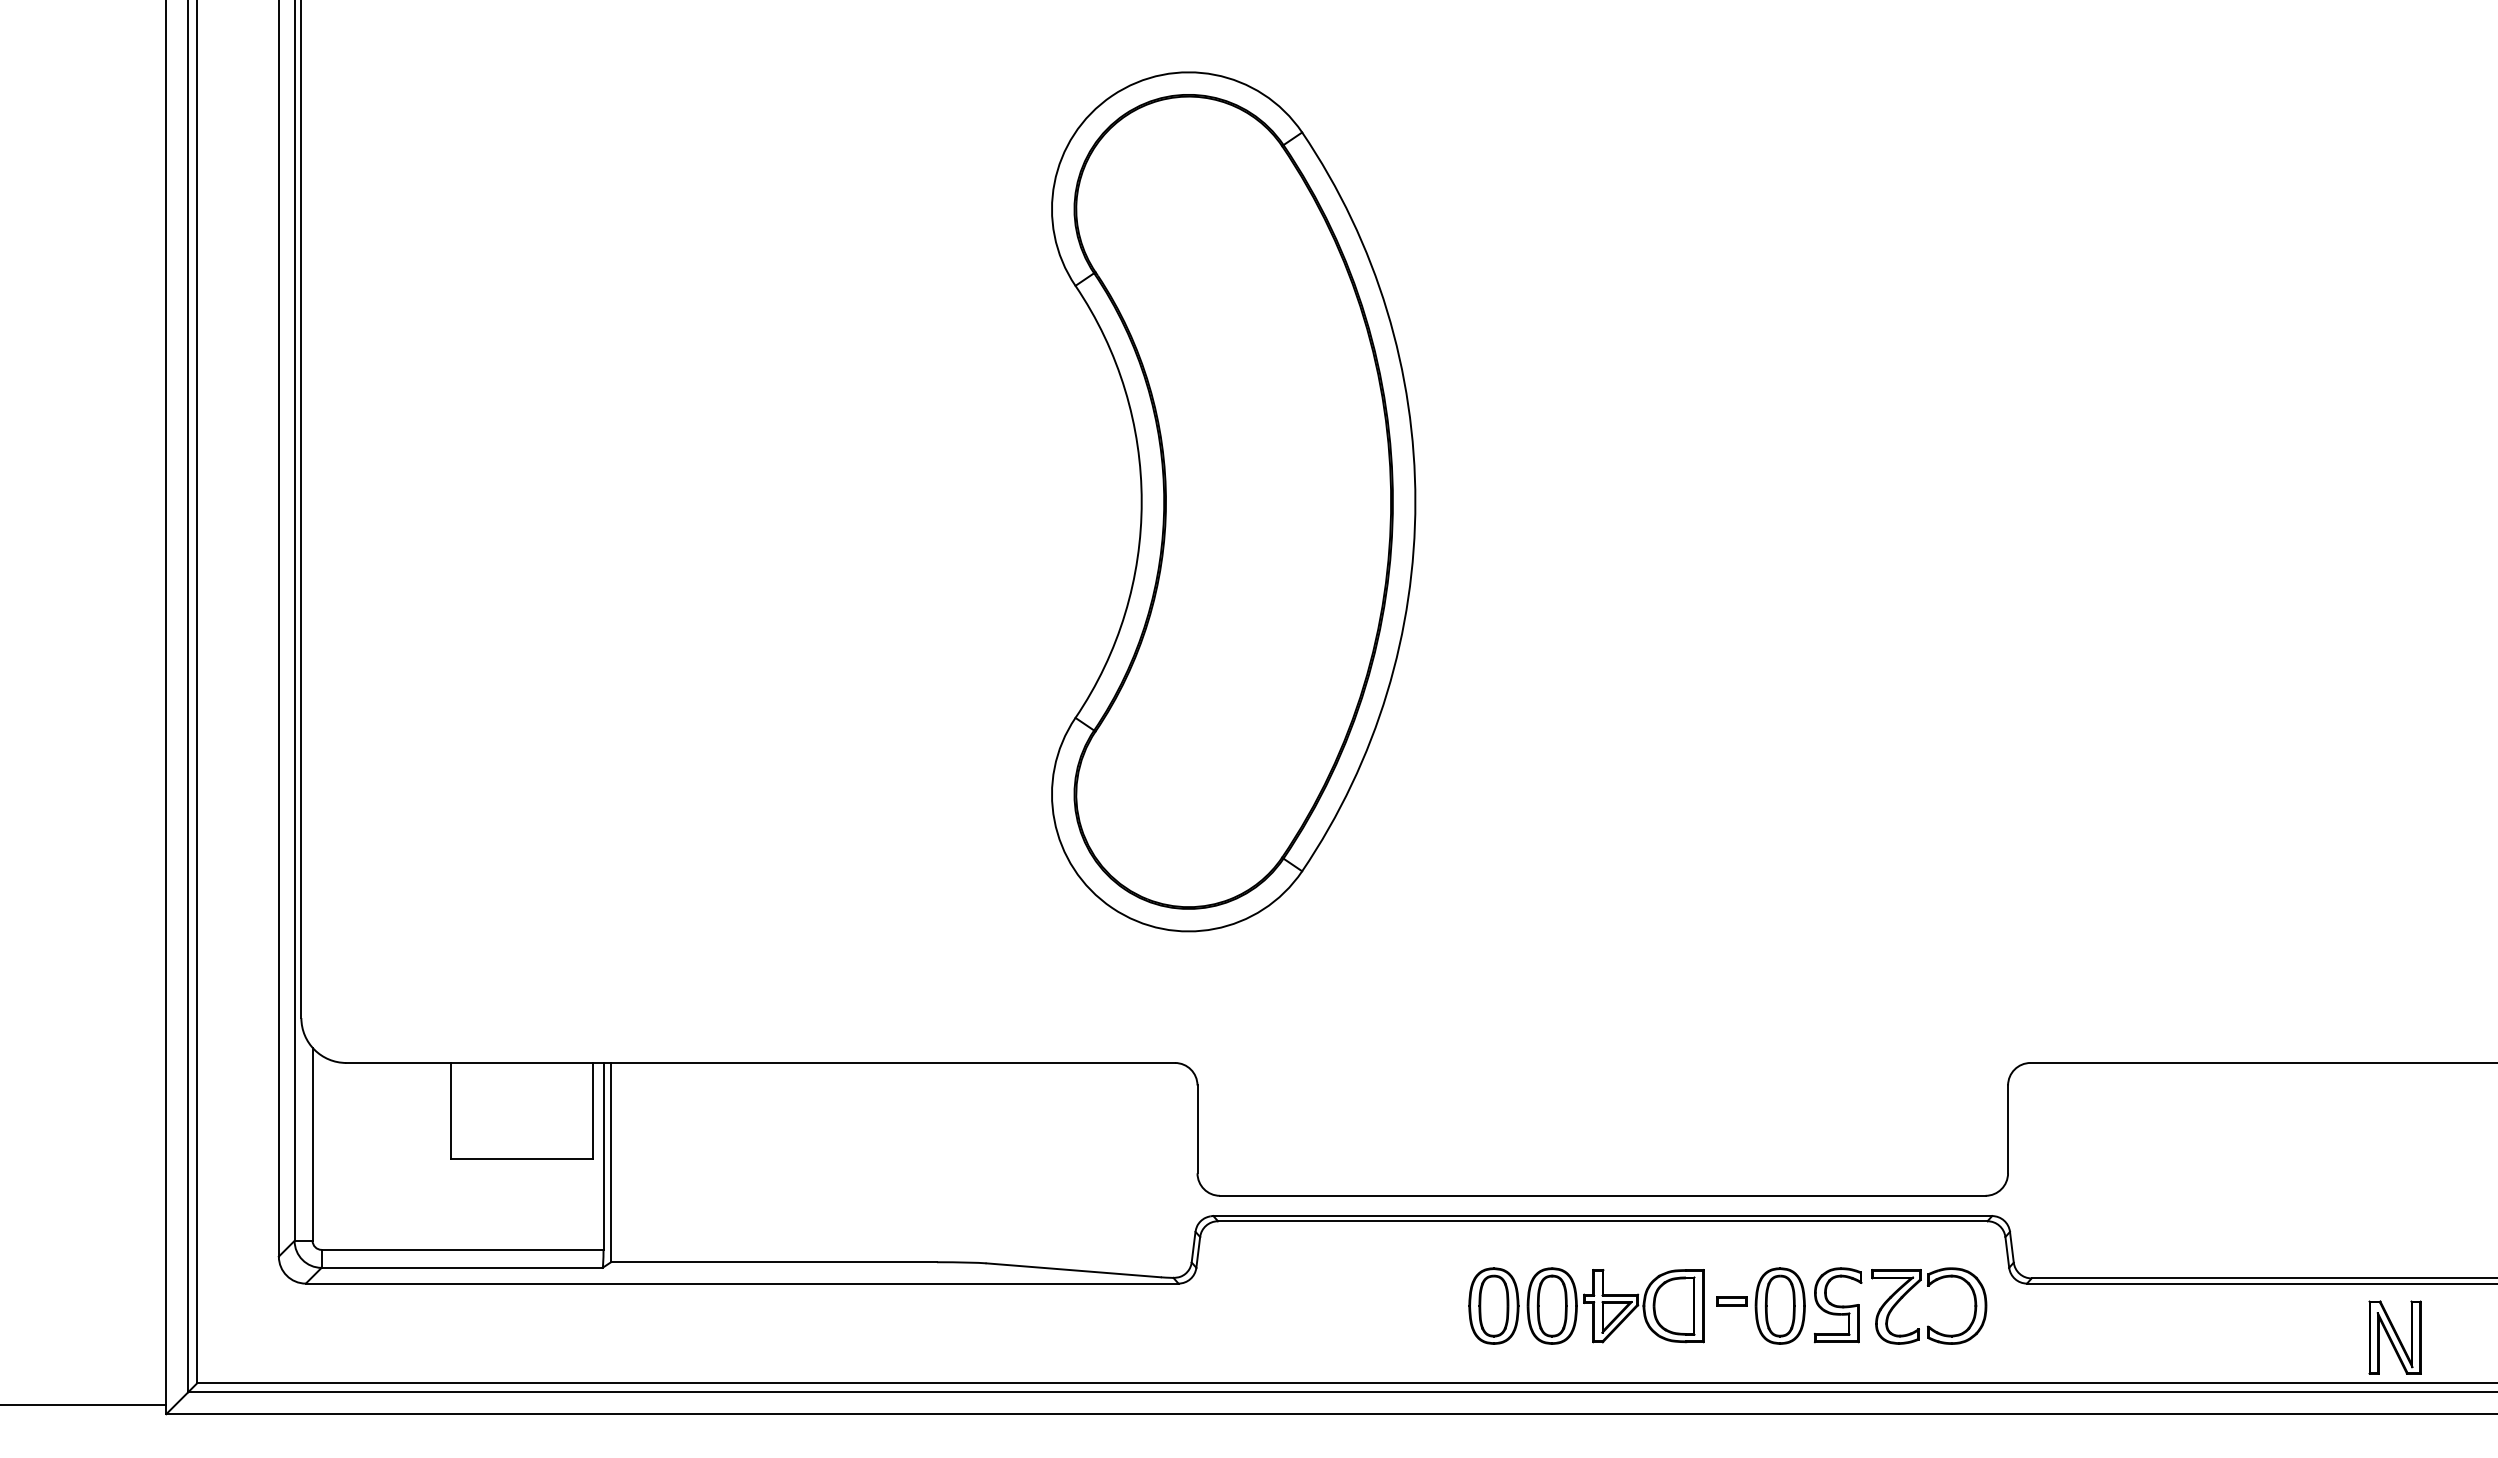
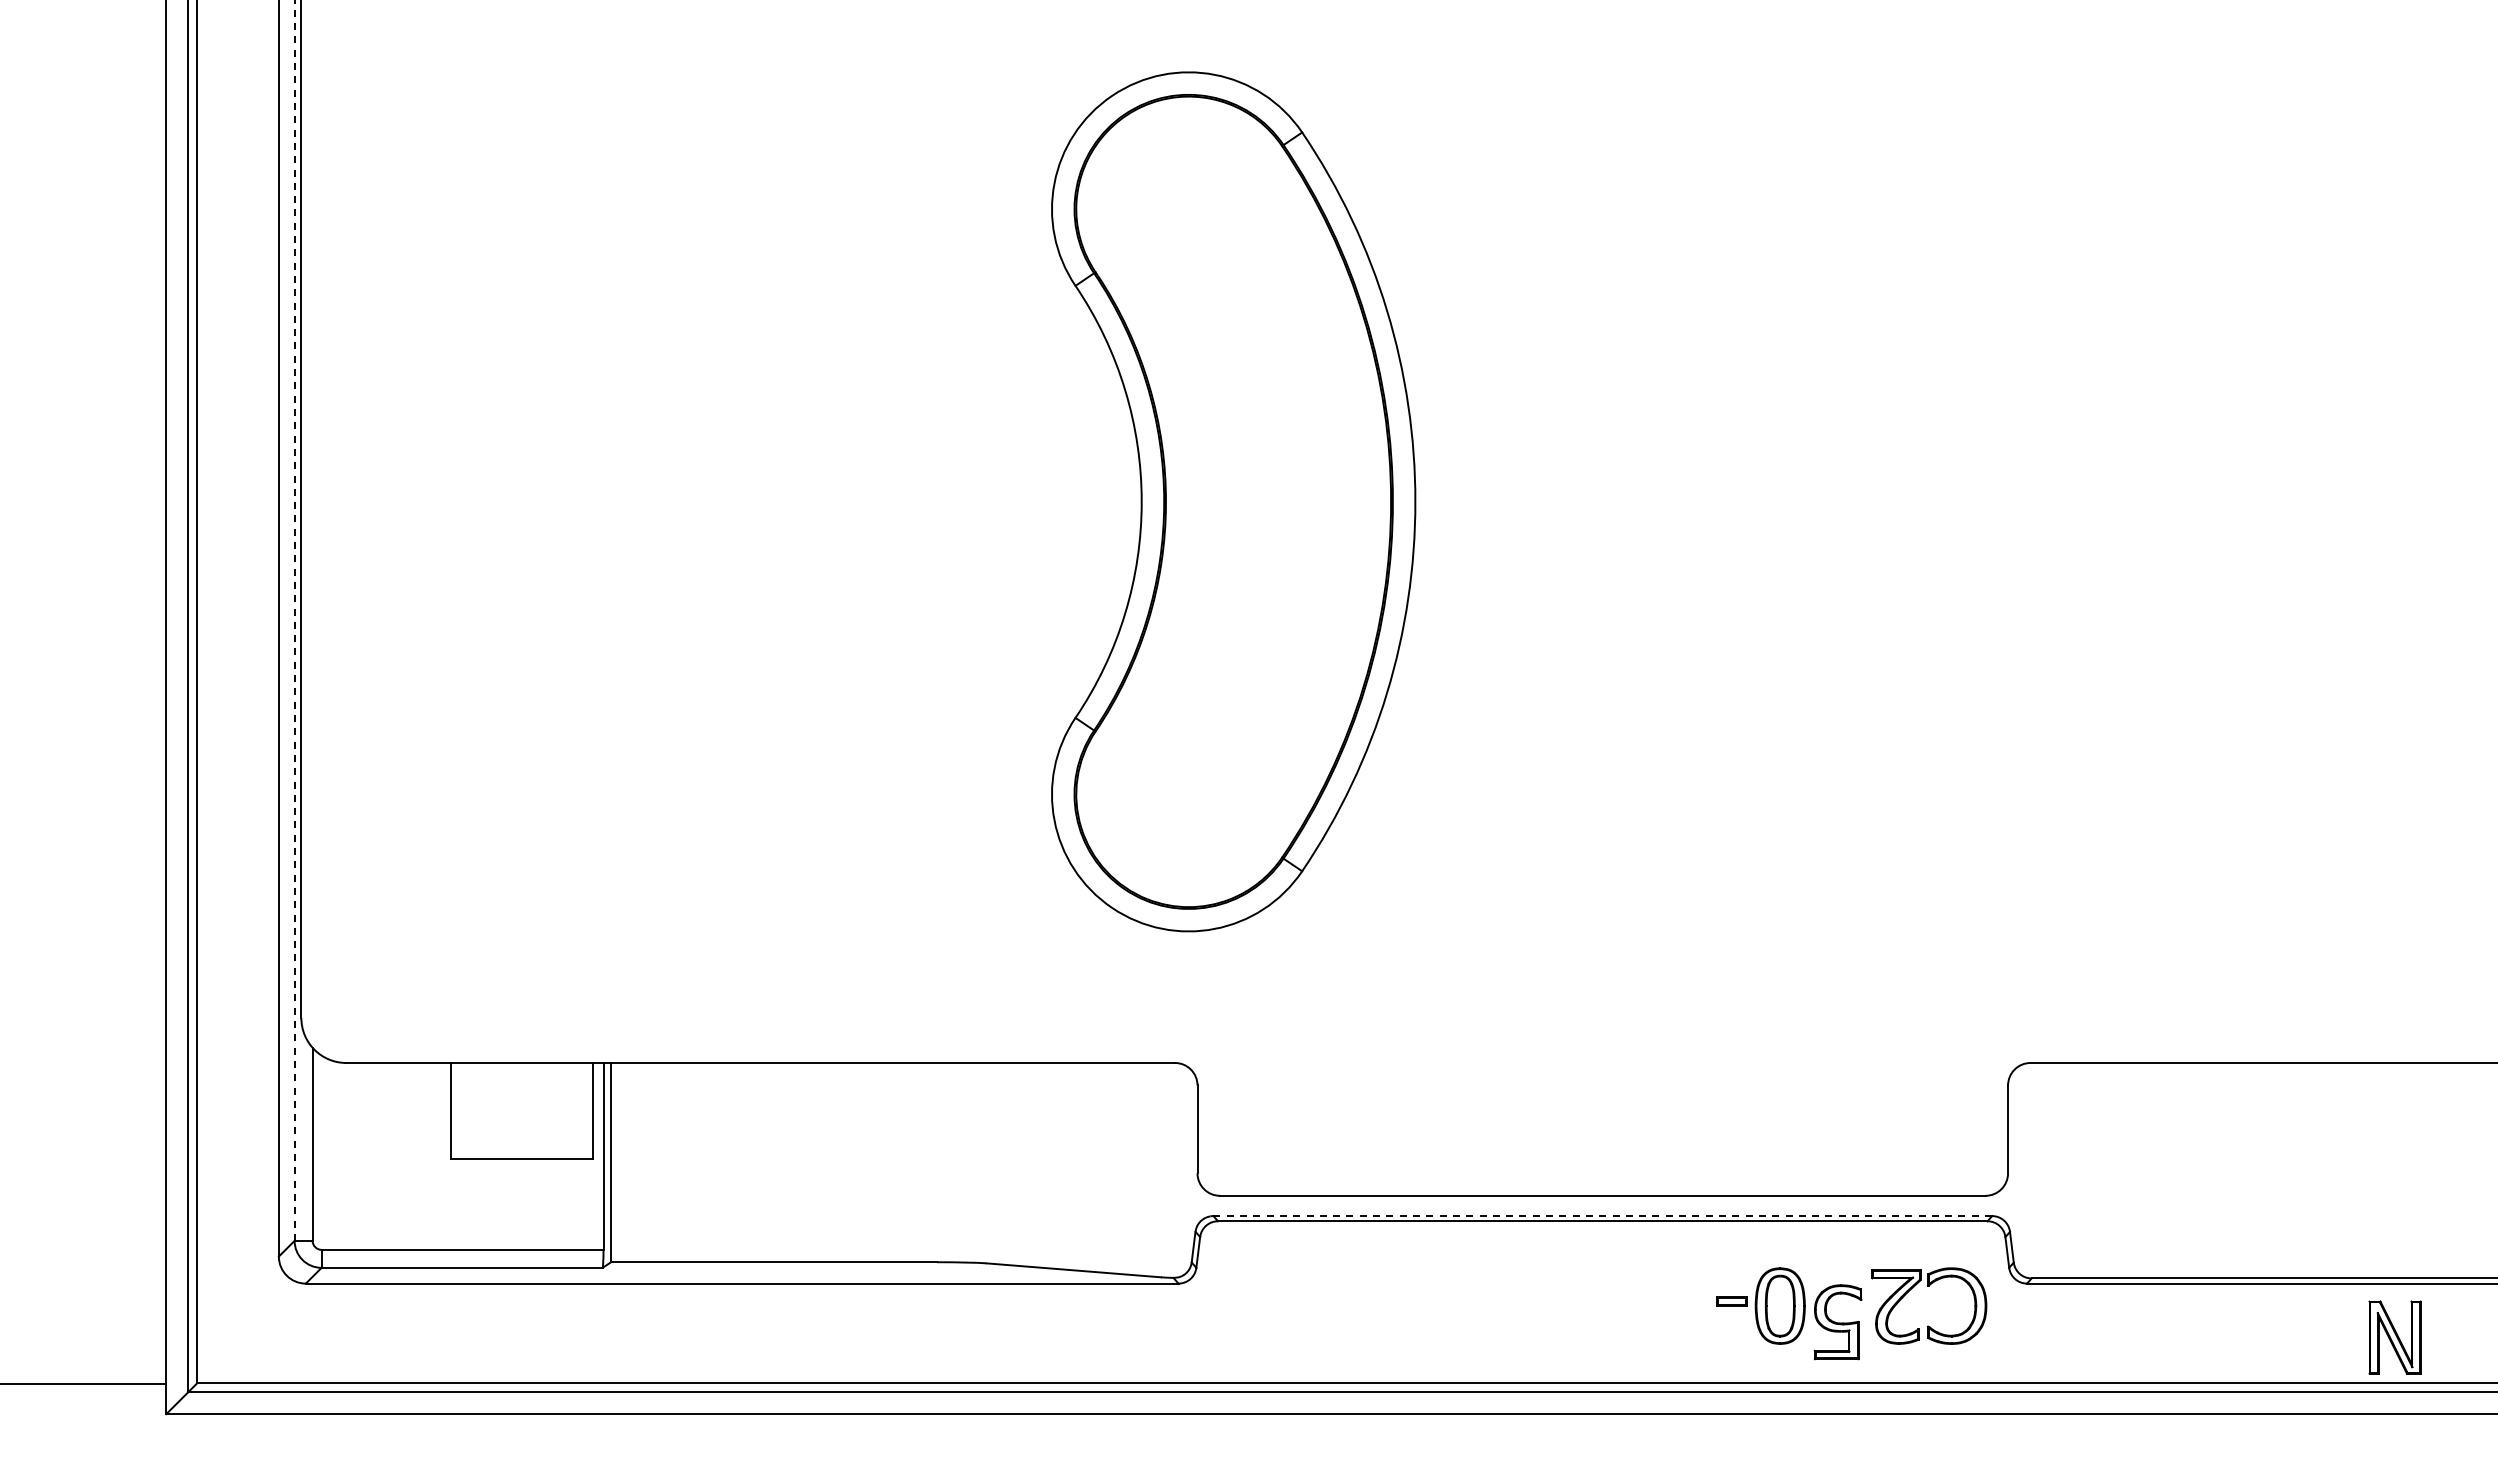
line at (294, 620): solid -> dashed
line at (1603, 1216): solid -> dashed
part at (1586, 1305): present -> none
part at (1837, 1305) position: (1837, 1305) -> (1837, 1322)
line at (84, 1405) position: (84, 1405) -> (84, 1384)
